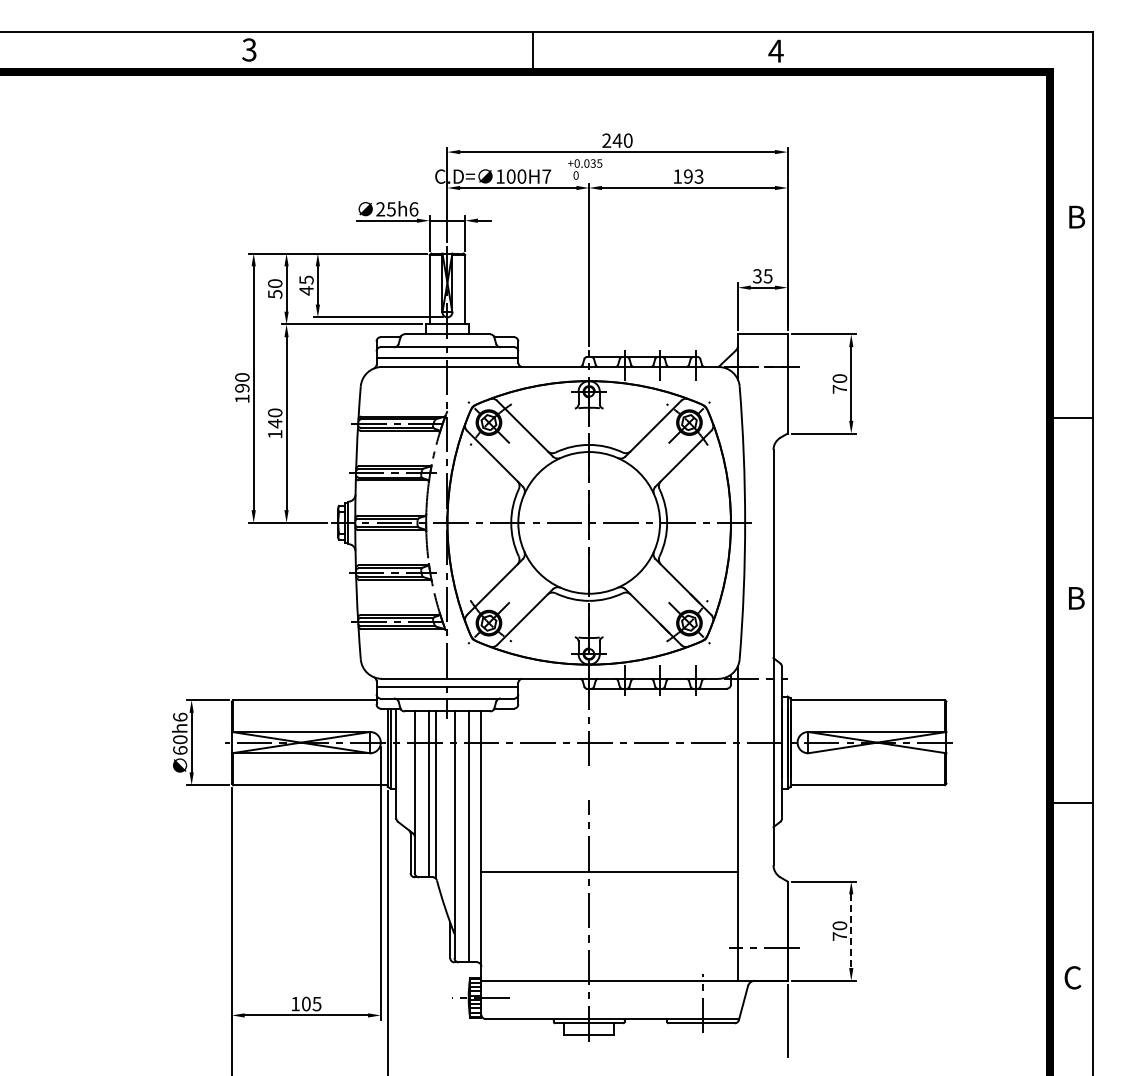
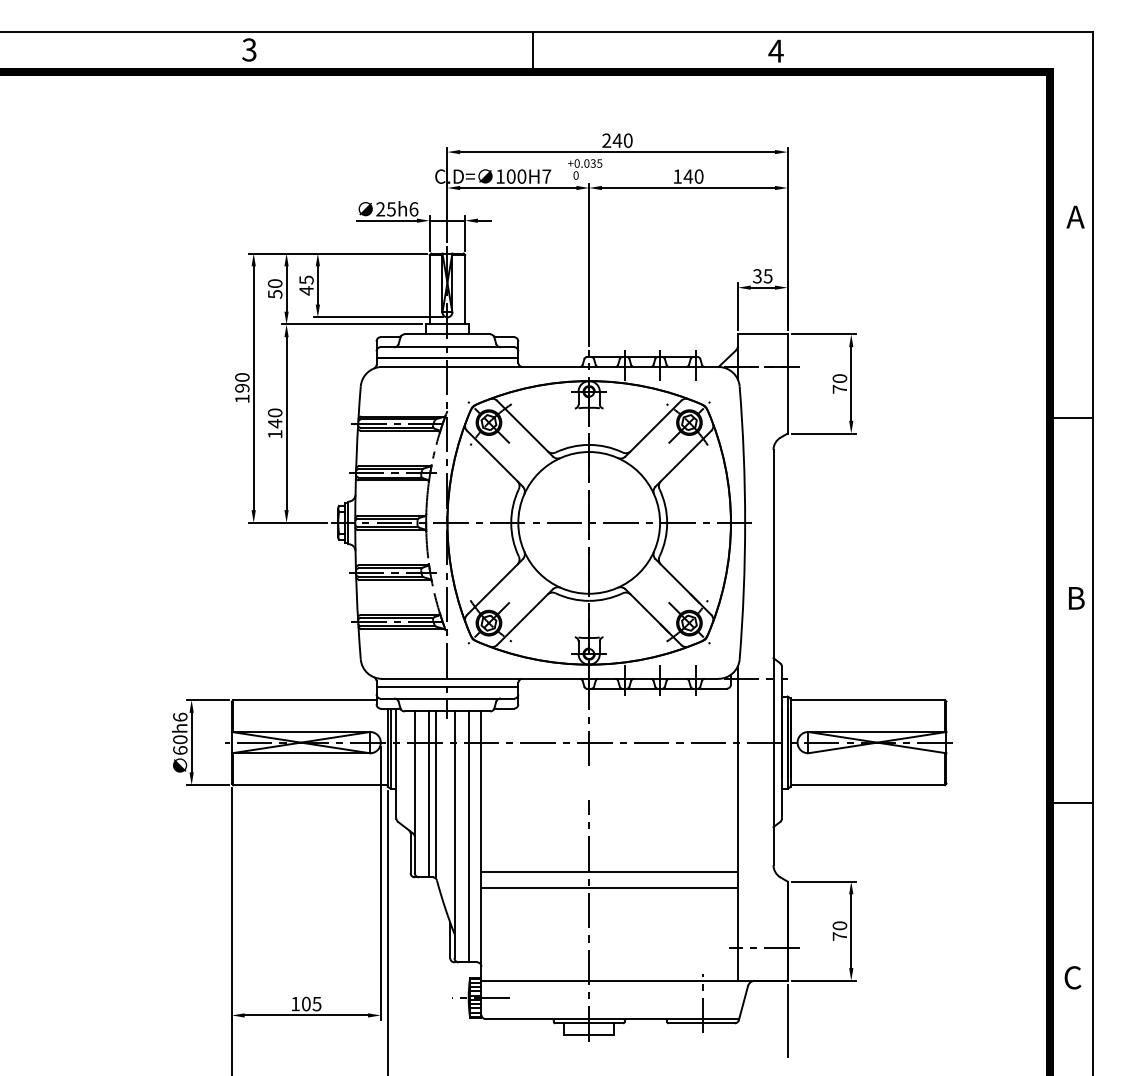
text at (693, 176): 193 -> 140
text at (1075, 216): B -> A
line at (609, 888): none -> present
line at (851, 931): dashed -> solid
